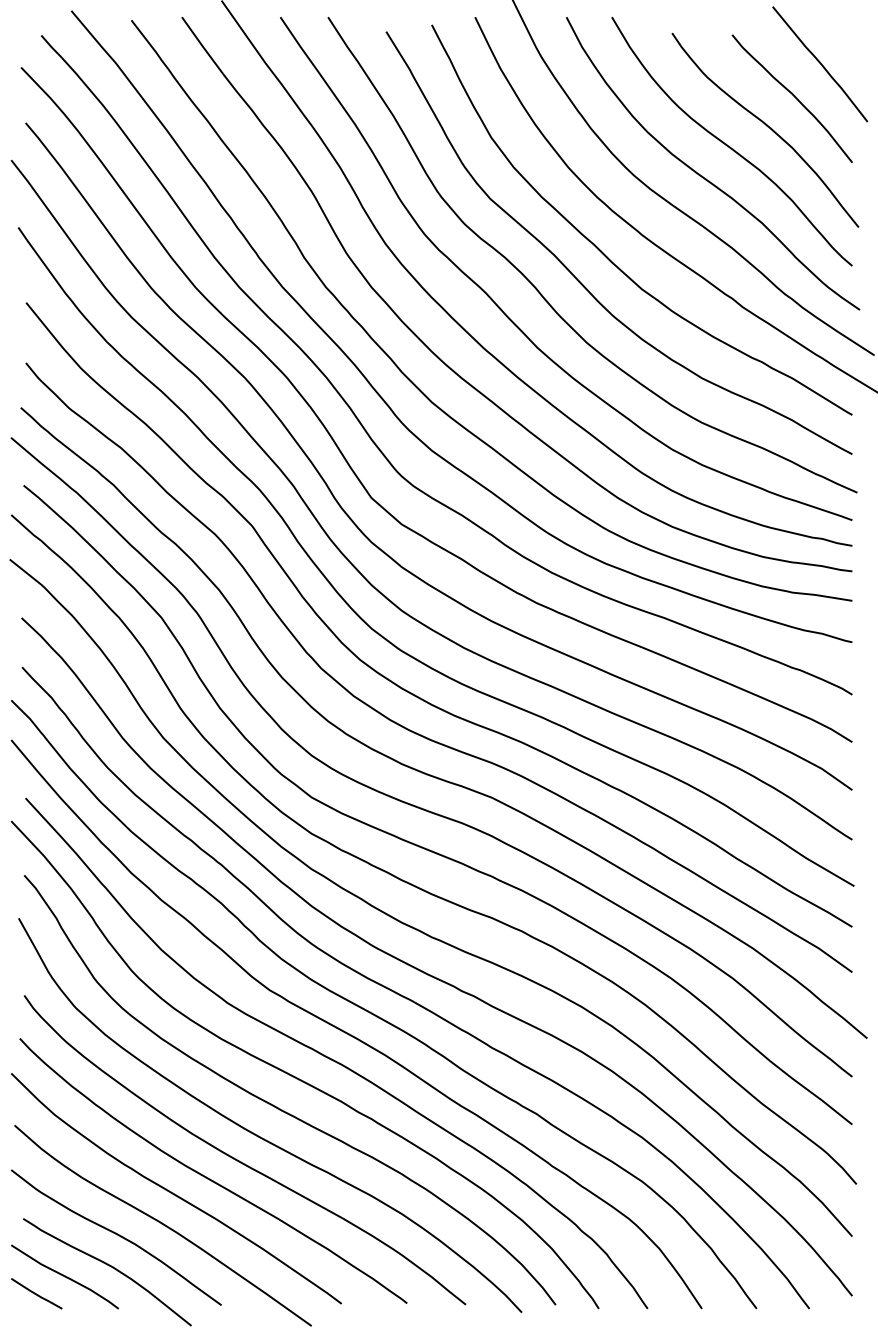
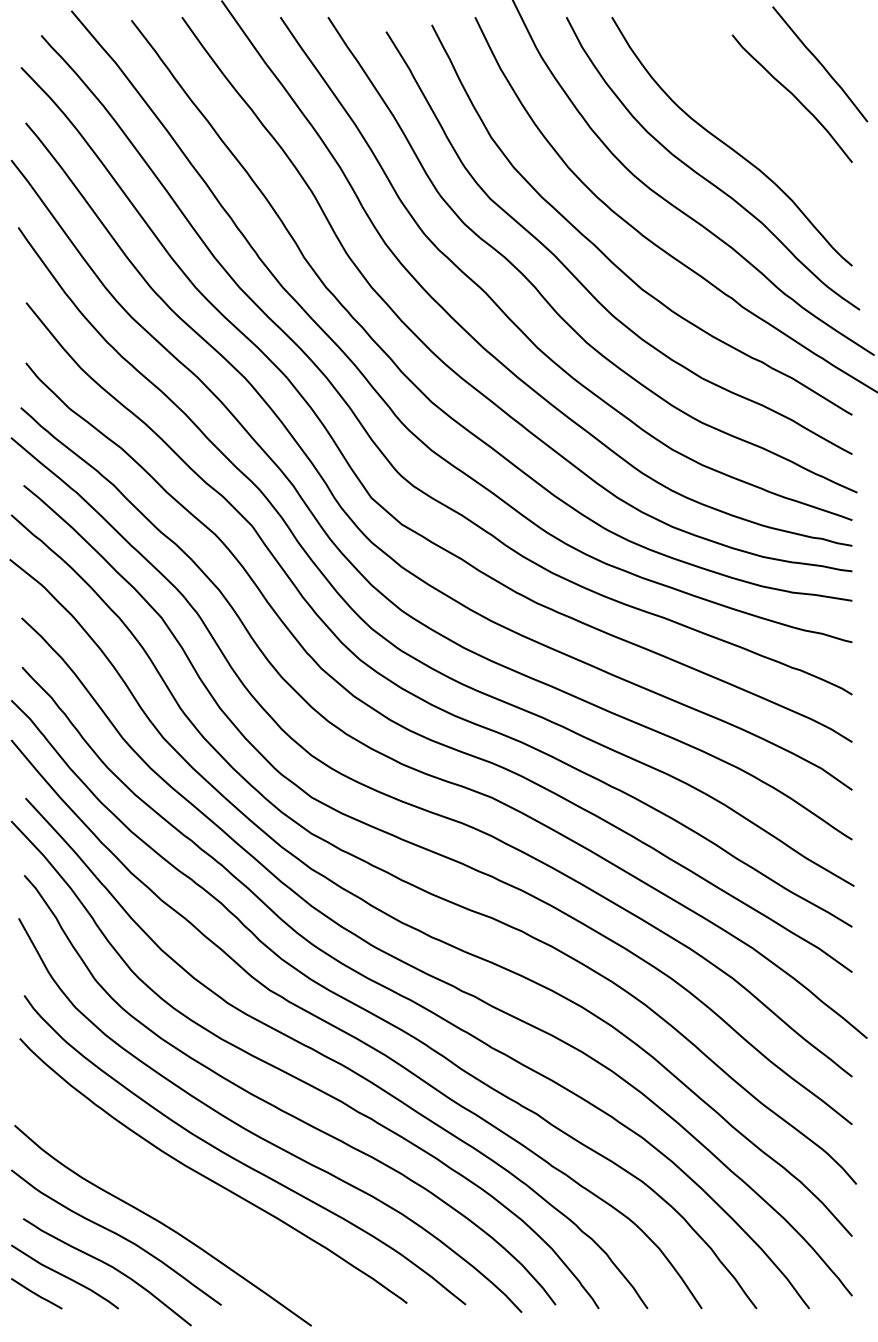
curve at (767, 127): present -> none
curve at (173, 1192): present -> none
